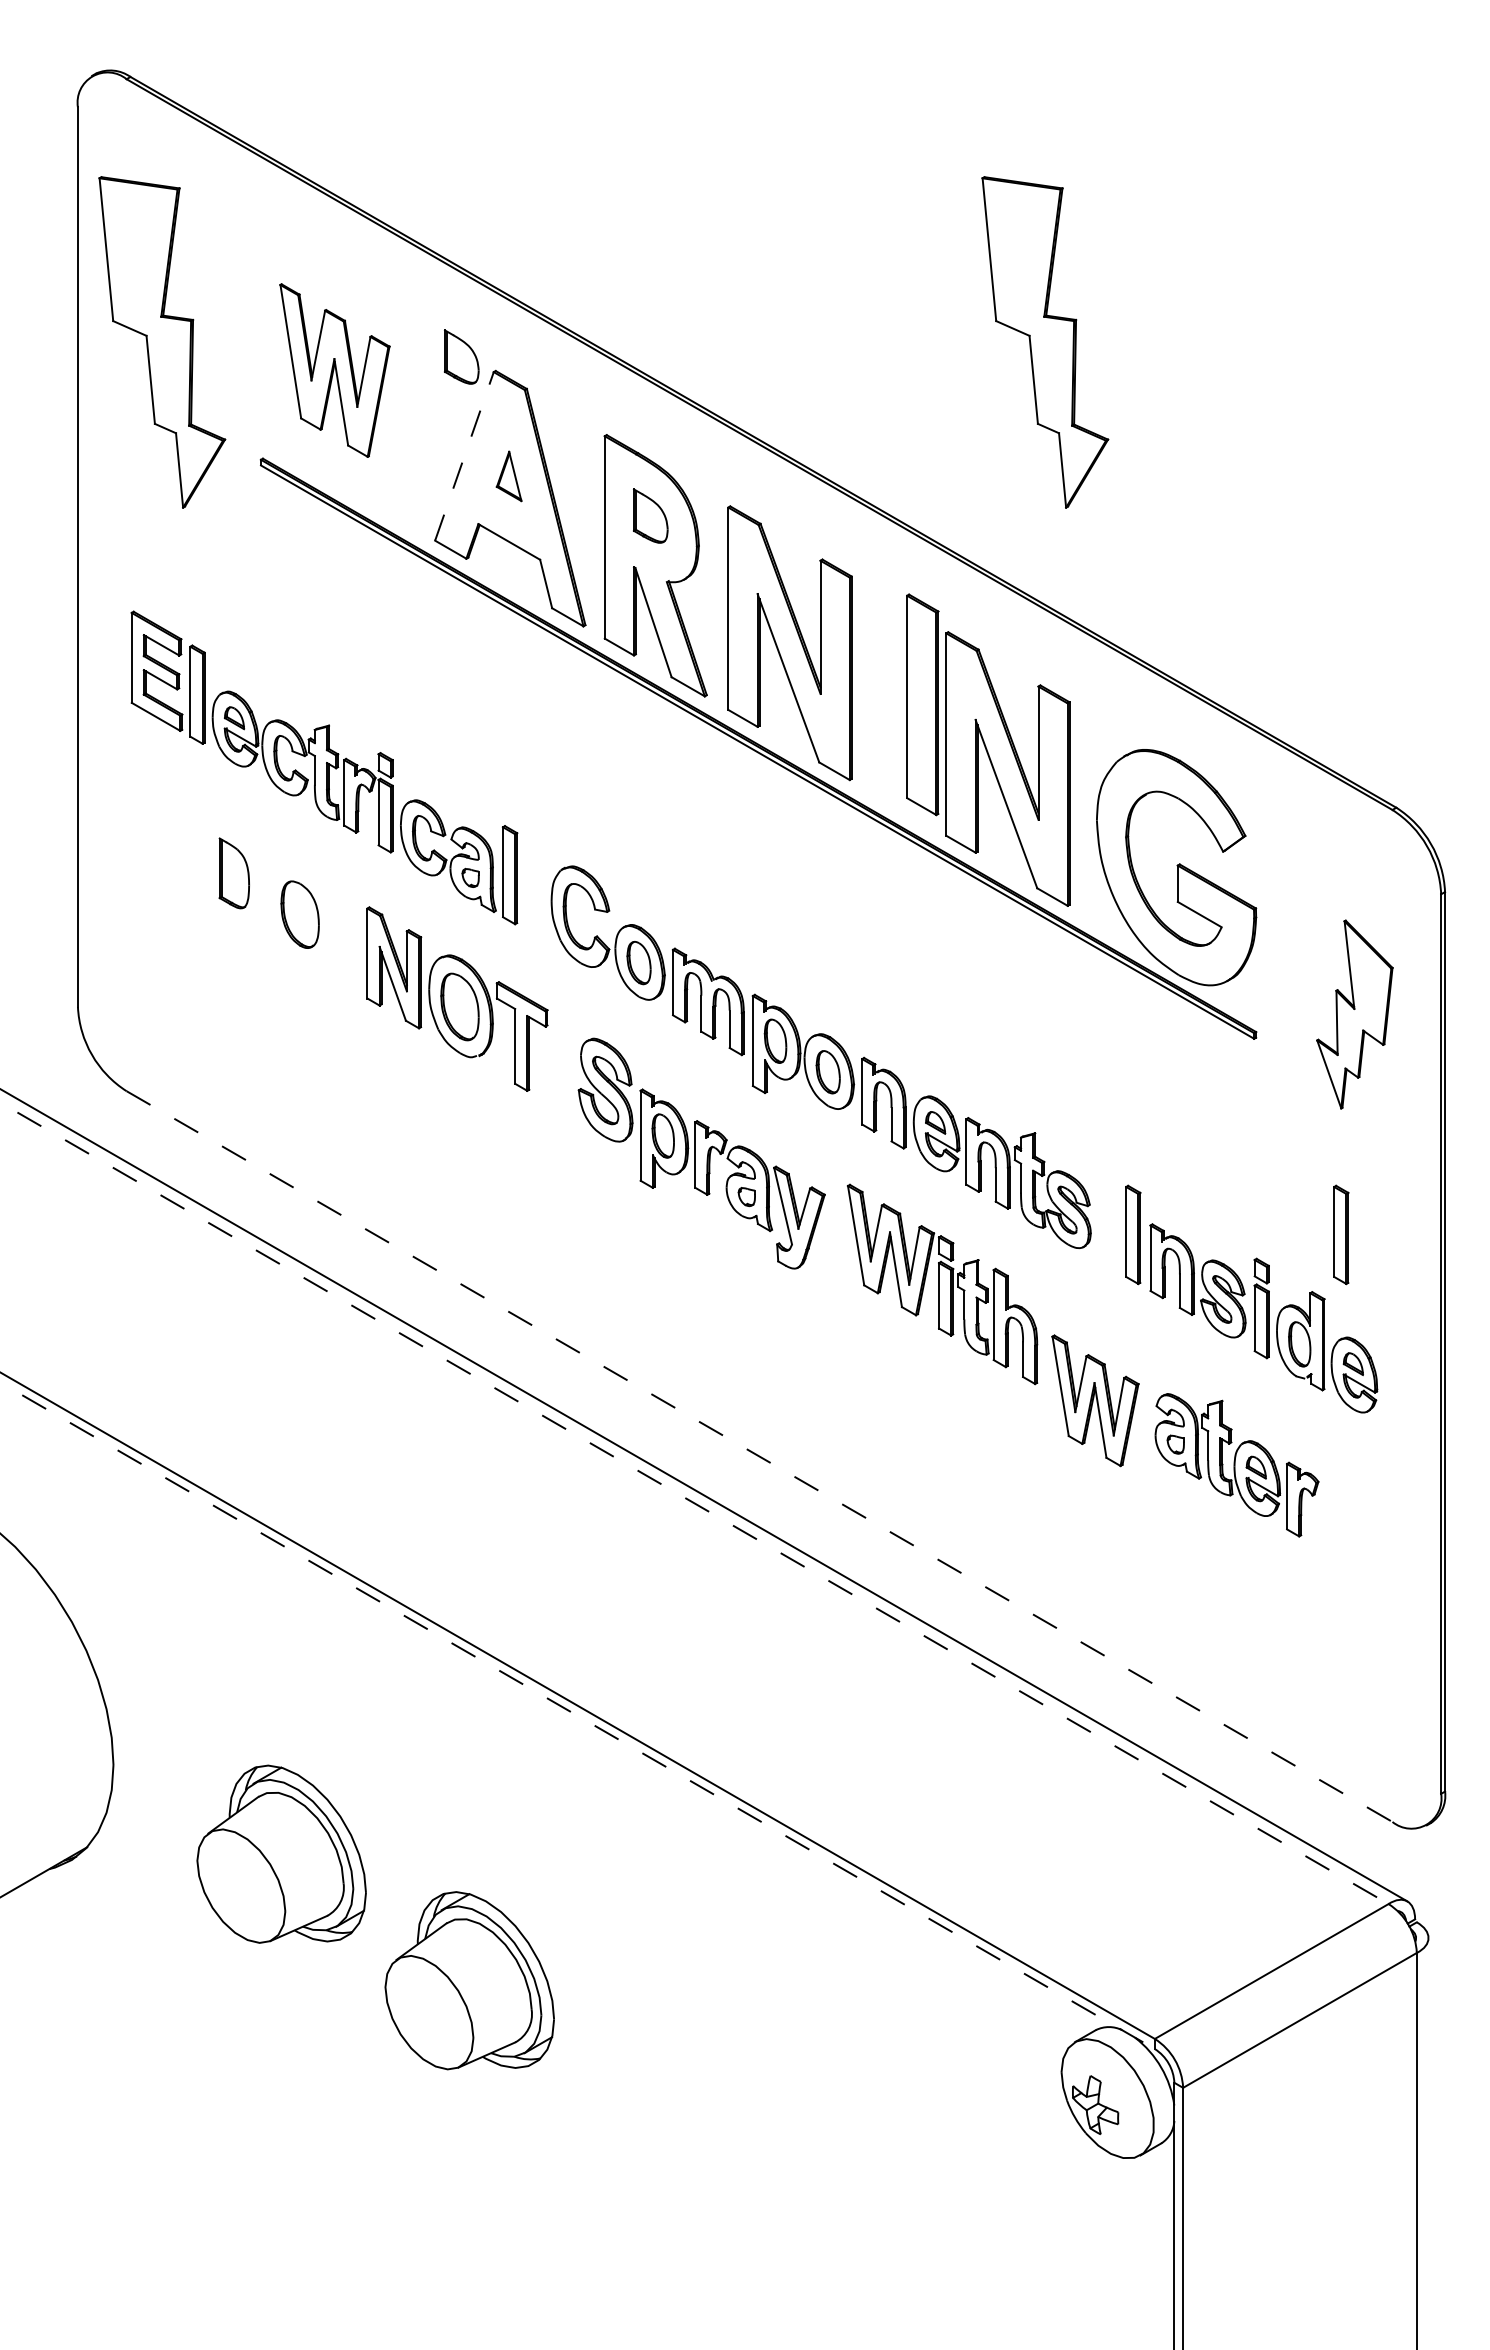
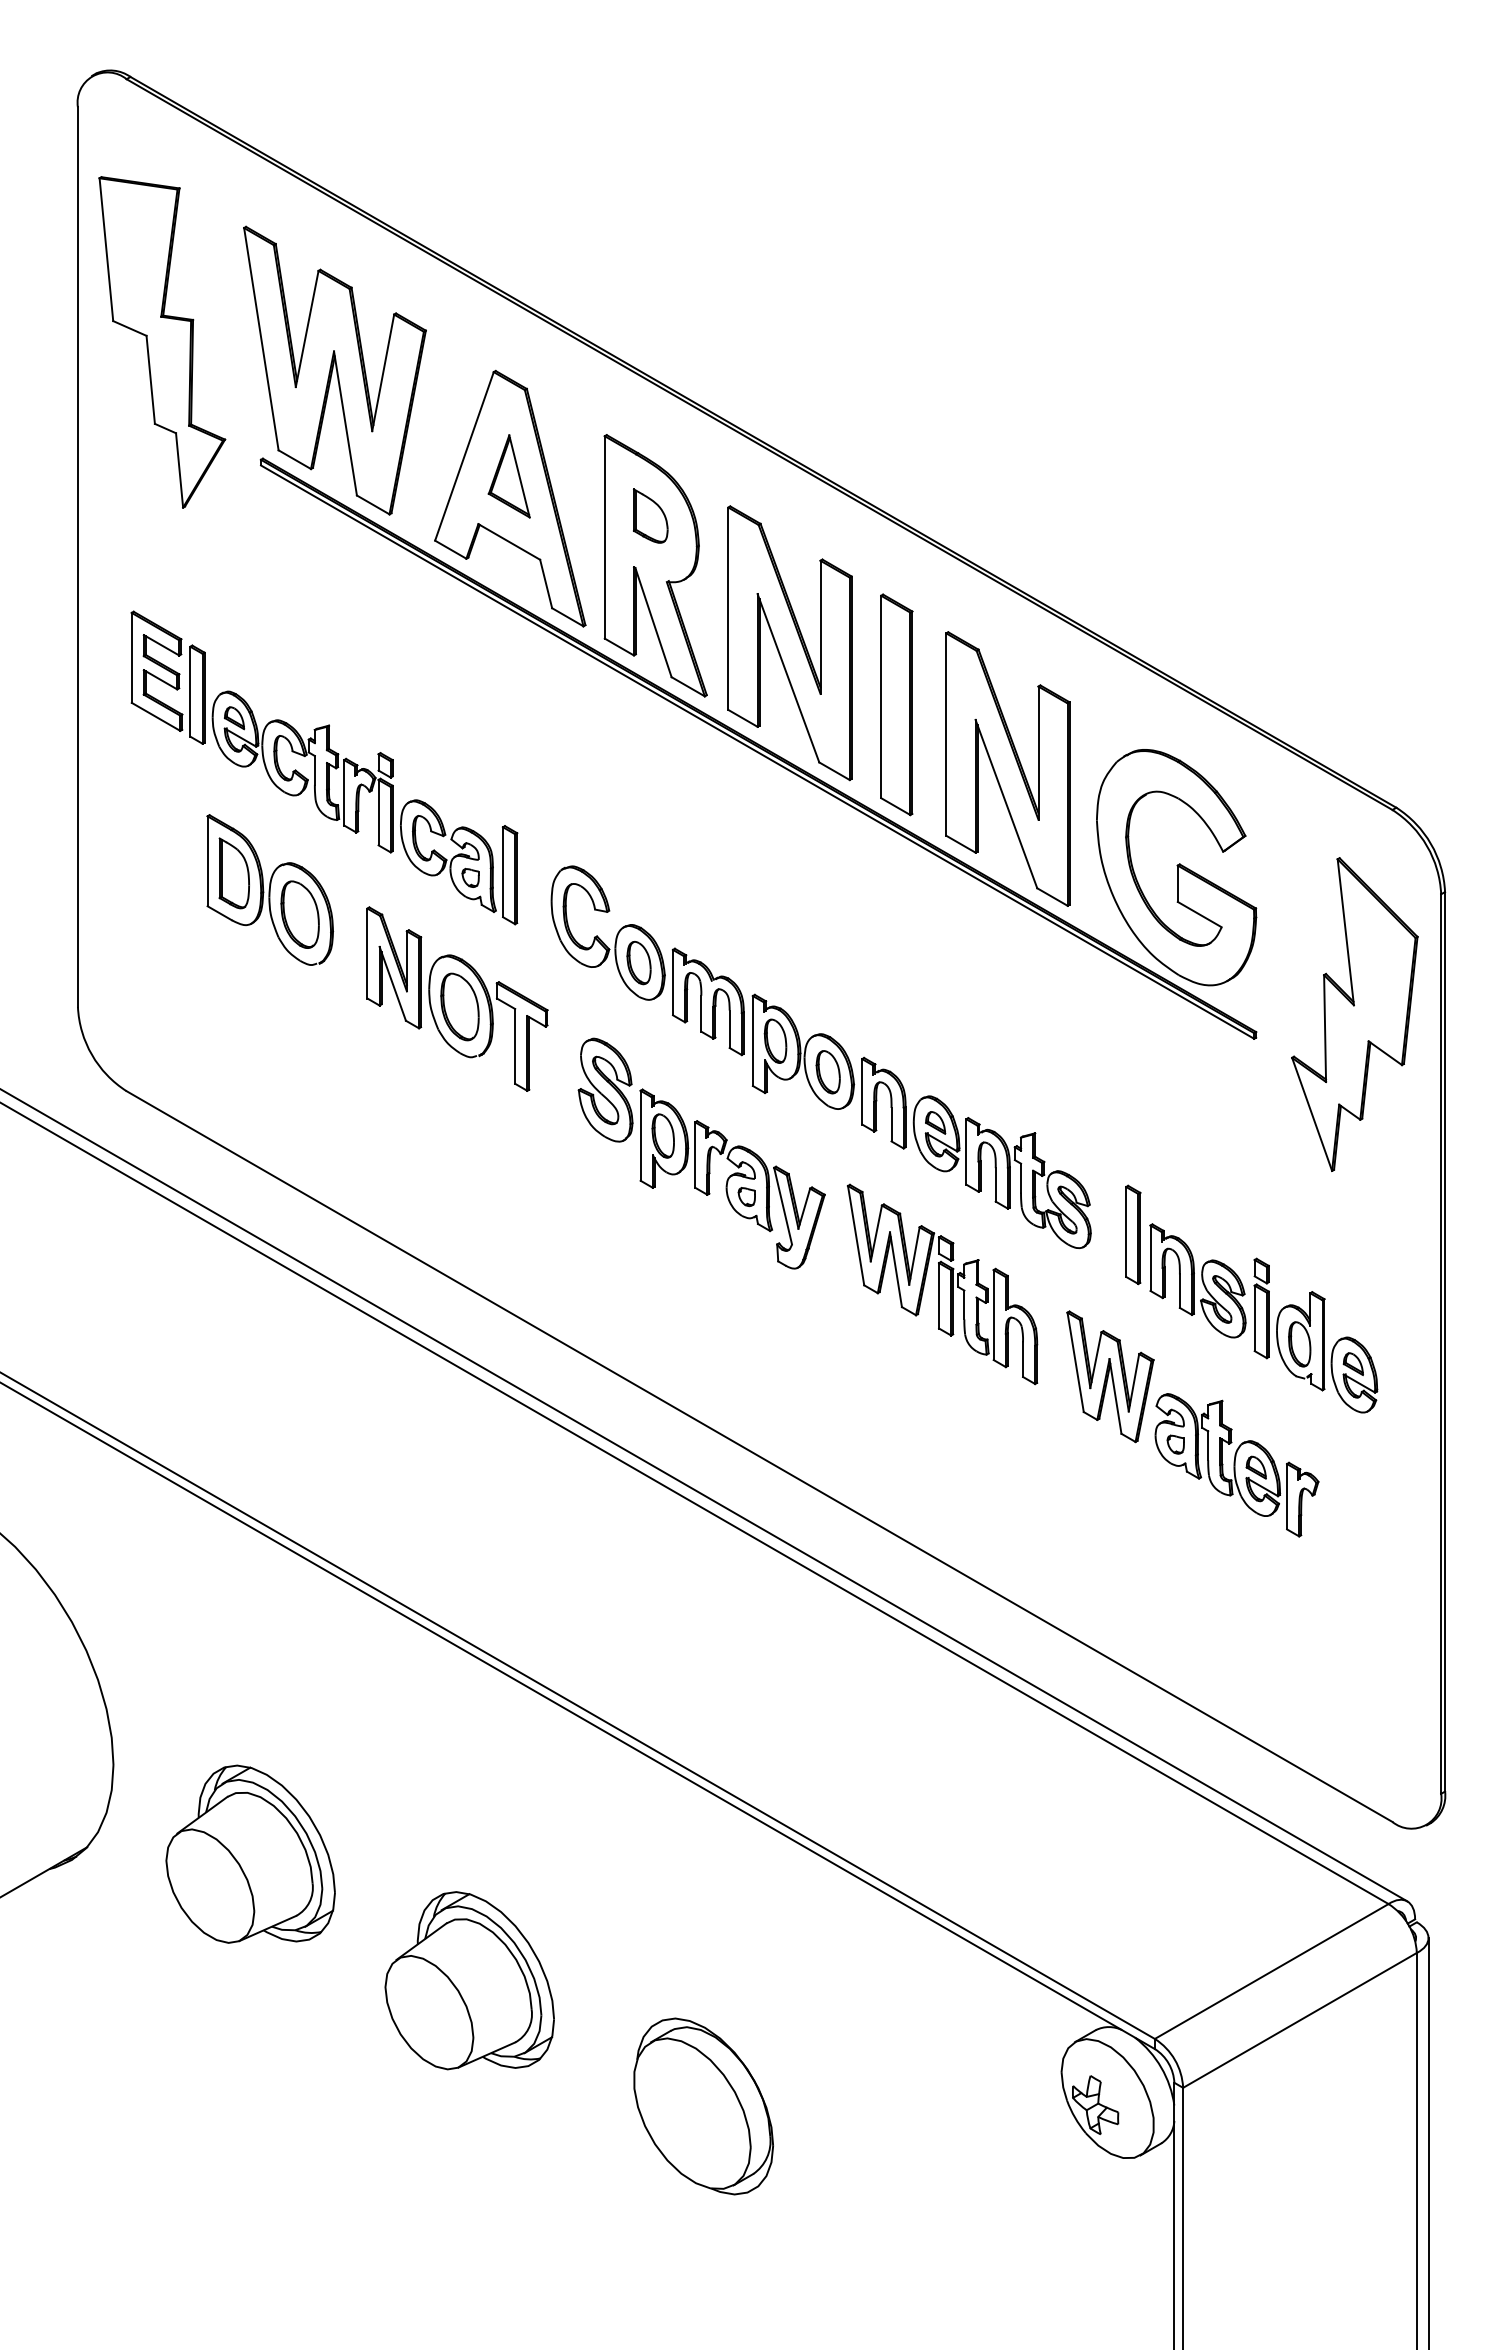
part at (1045, 342): present -> none
part at (461, 356): present -> none
part at (334, 370) size: 112x175 px -> 184x291 px
line at (464, 455): dashed -> solid
part at (508, 476) size: 28x53 px -> 44x85 px
part at (922, 704) position: (922, 704) -> (896, 704)
part at (270, 889): none -> present
part at (1354, 1014) size: 78x191 px -> 128x315 px
part at (1341, 1234): present -> none
part at (1095, 1400) position: (1095, 1400) -> (1110, 1376)
line at (759, 1456): dashed -> solid
line at (695, 1503): dashed -> solid
line at (578, 1716): dashed -> solid
part at (281, 1853) position: (281, 1853) -> (250, 1853)
part at (703, 2106): none -> present
line at (1428, 2142): none -> present
